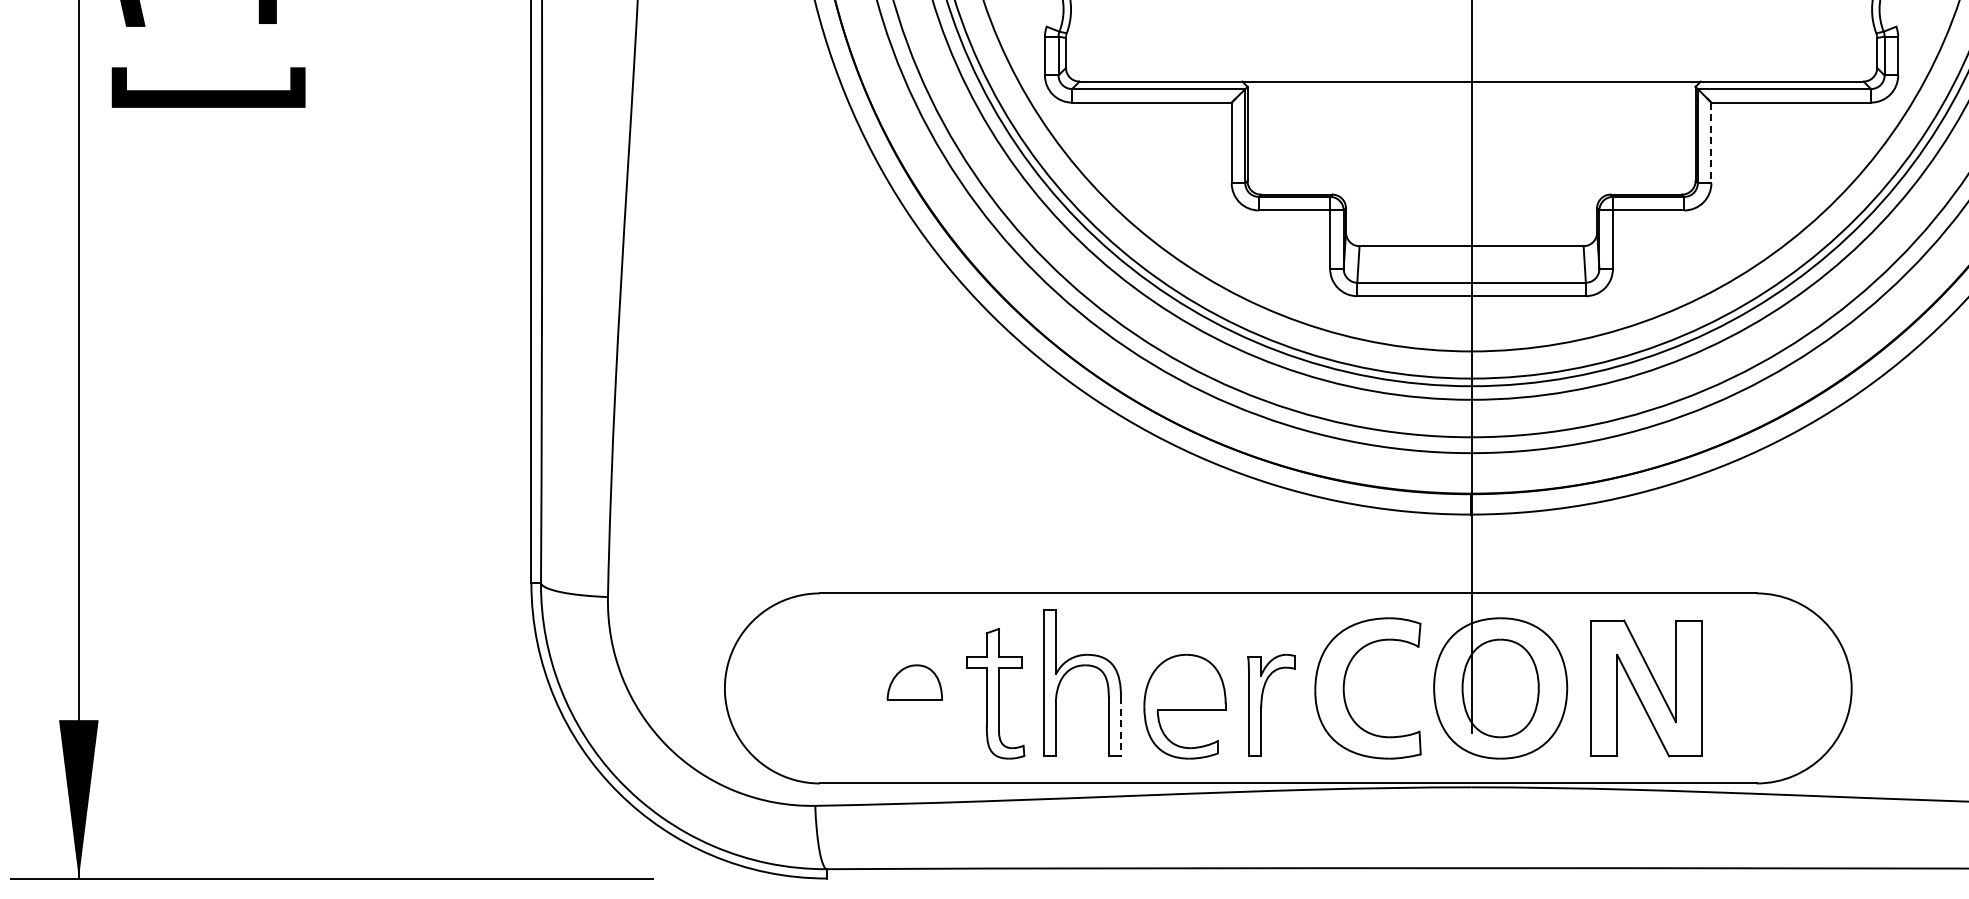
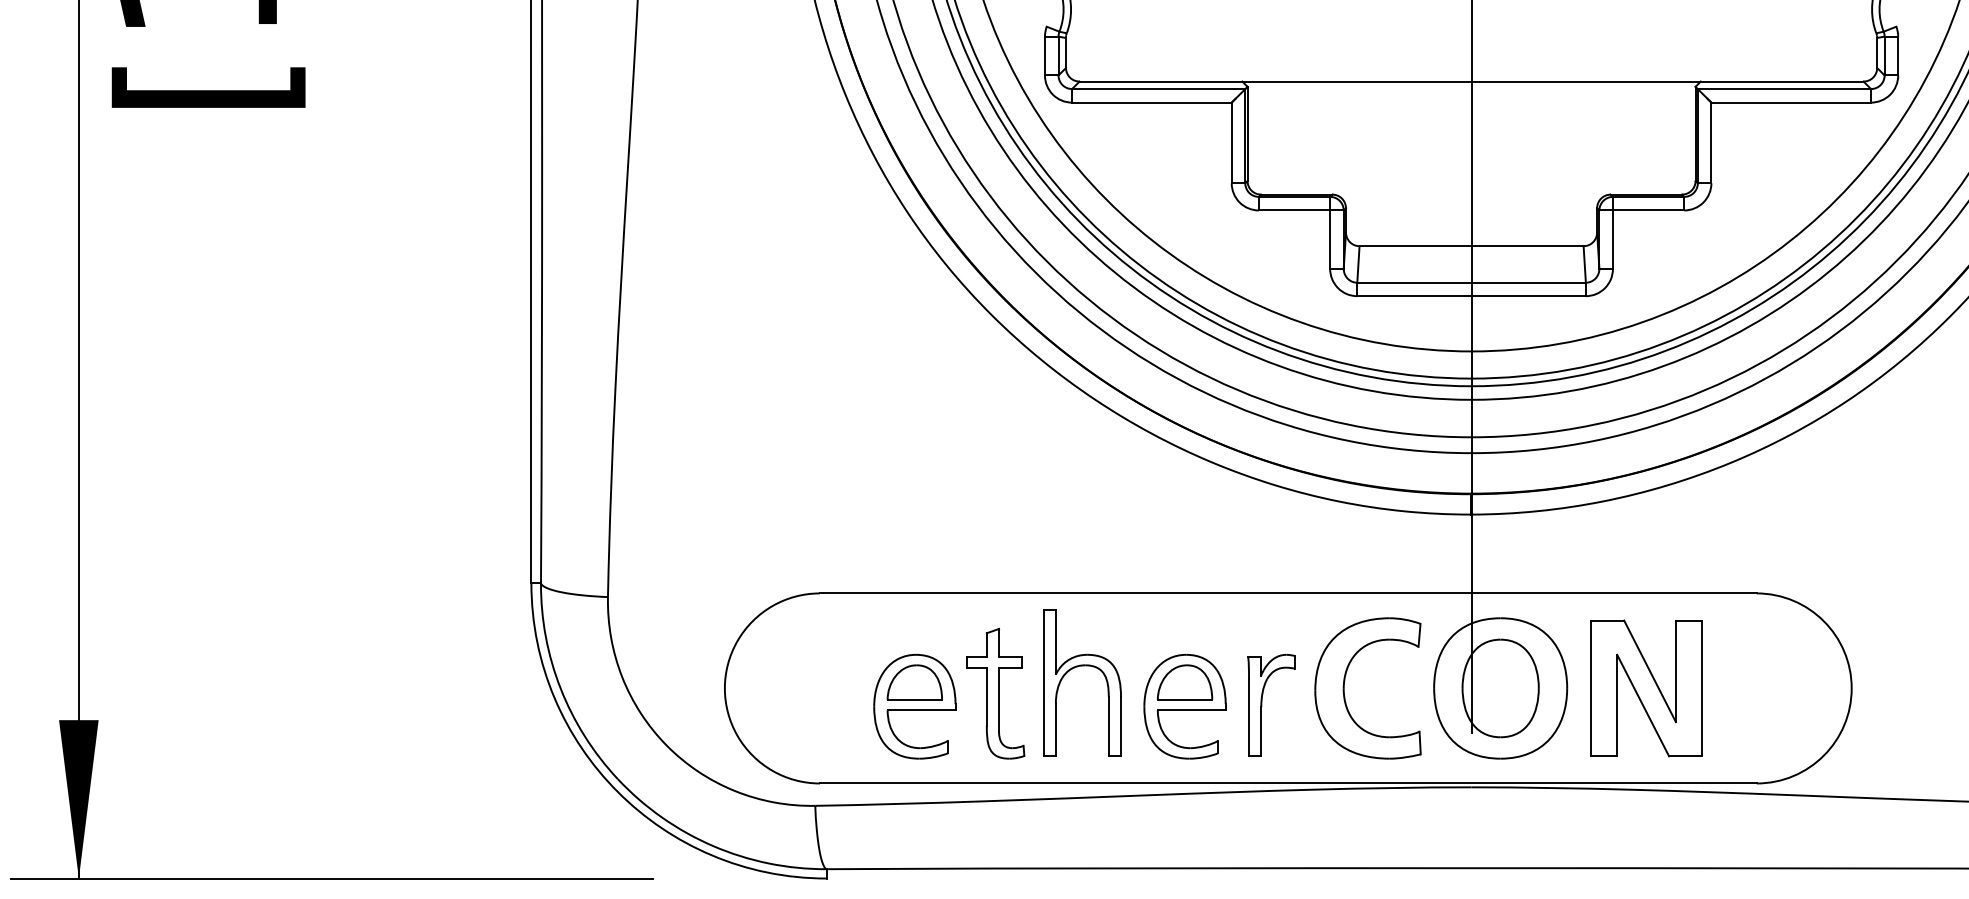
line at (1711, 143): dashed -> solid
part at (1185, 682): none -> present
part at (914, 706): none -> present
line at (1121, 726): dashed -> solid
